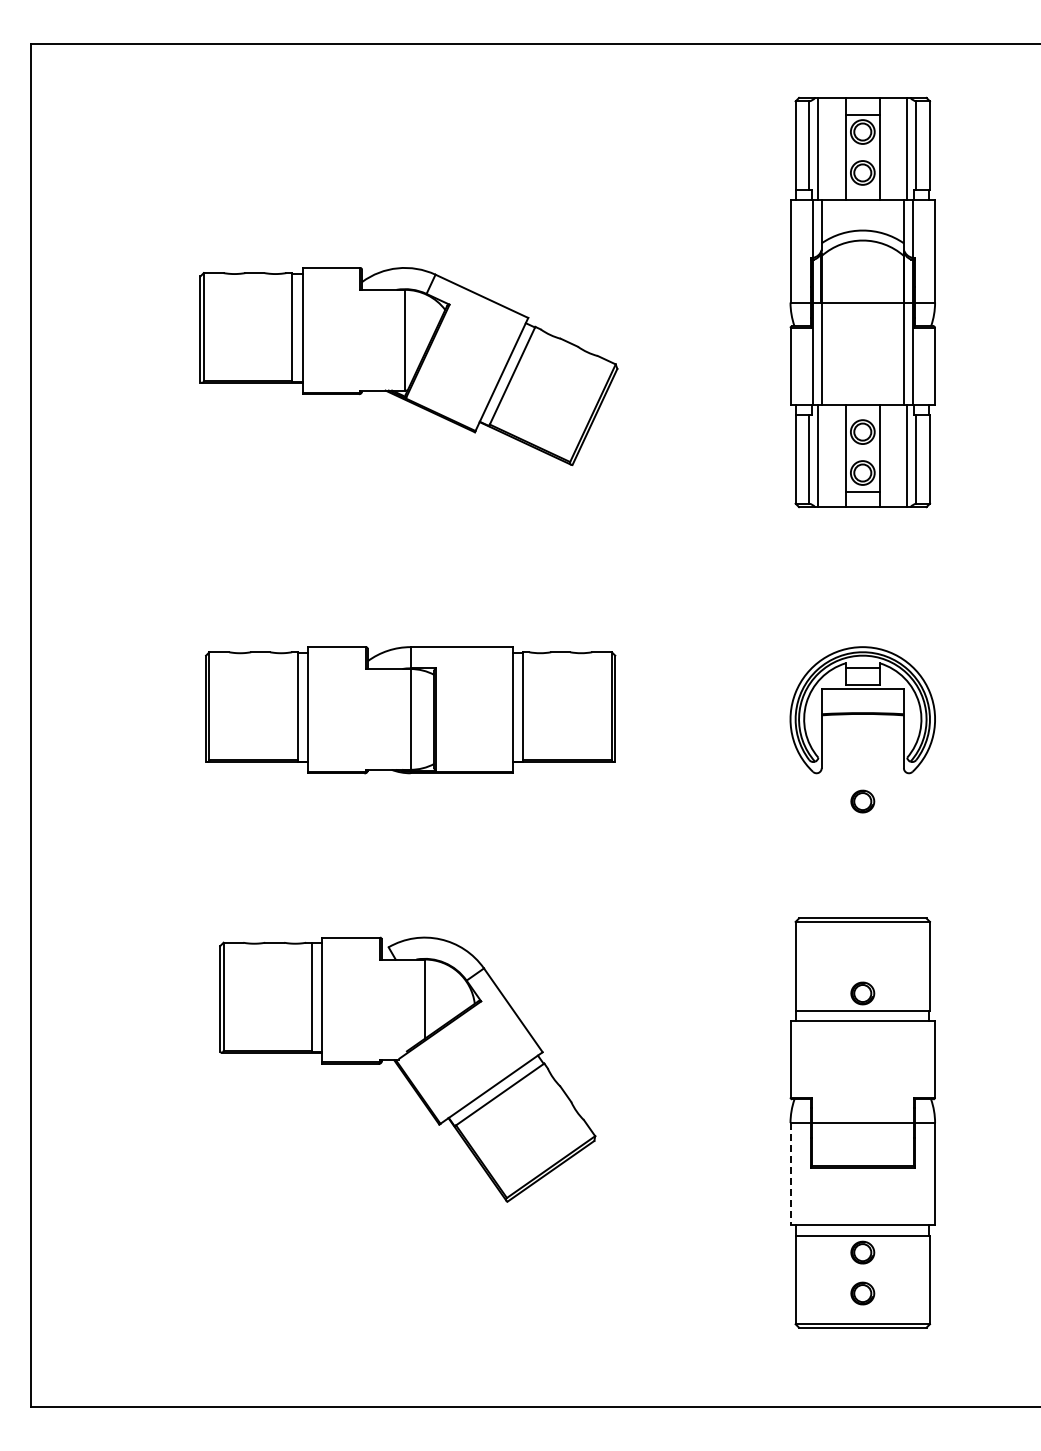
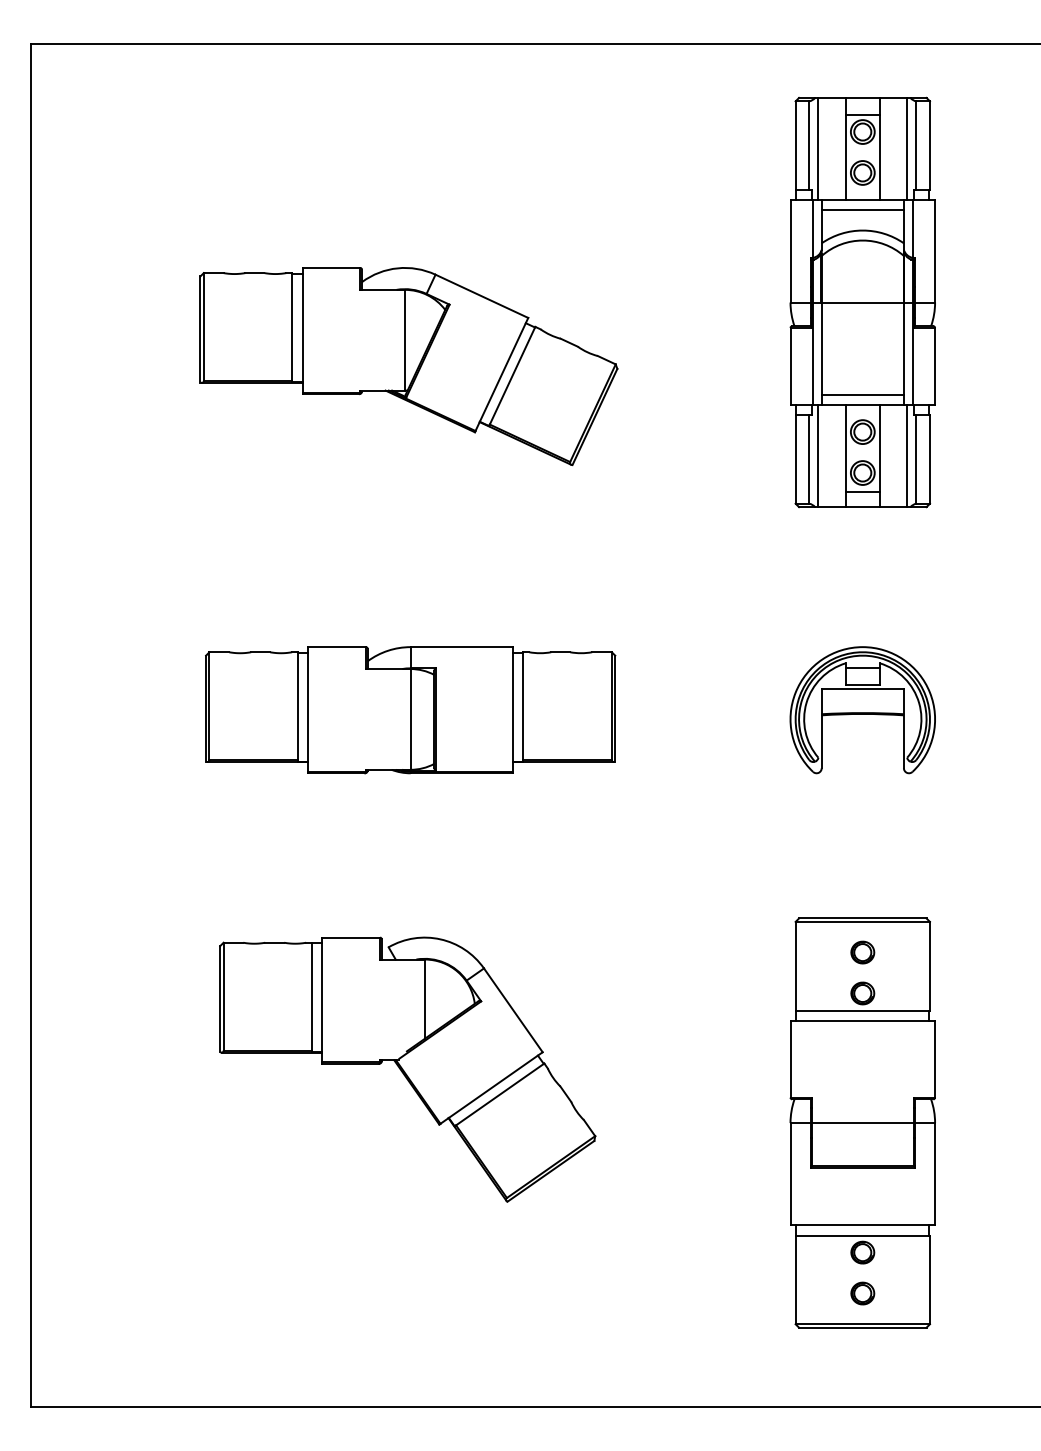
line at (862, 210): none -> present
line at (862, 394): none -> present
part at (862, 801) position: (862, 801) -> (862, 952)
line at (790, 1174): dashed -> solid
